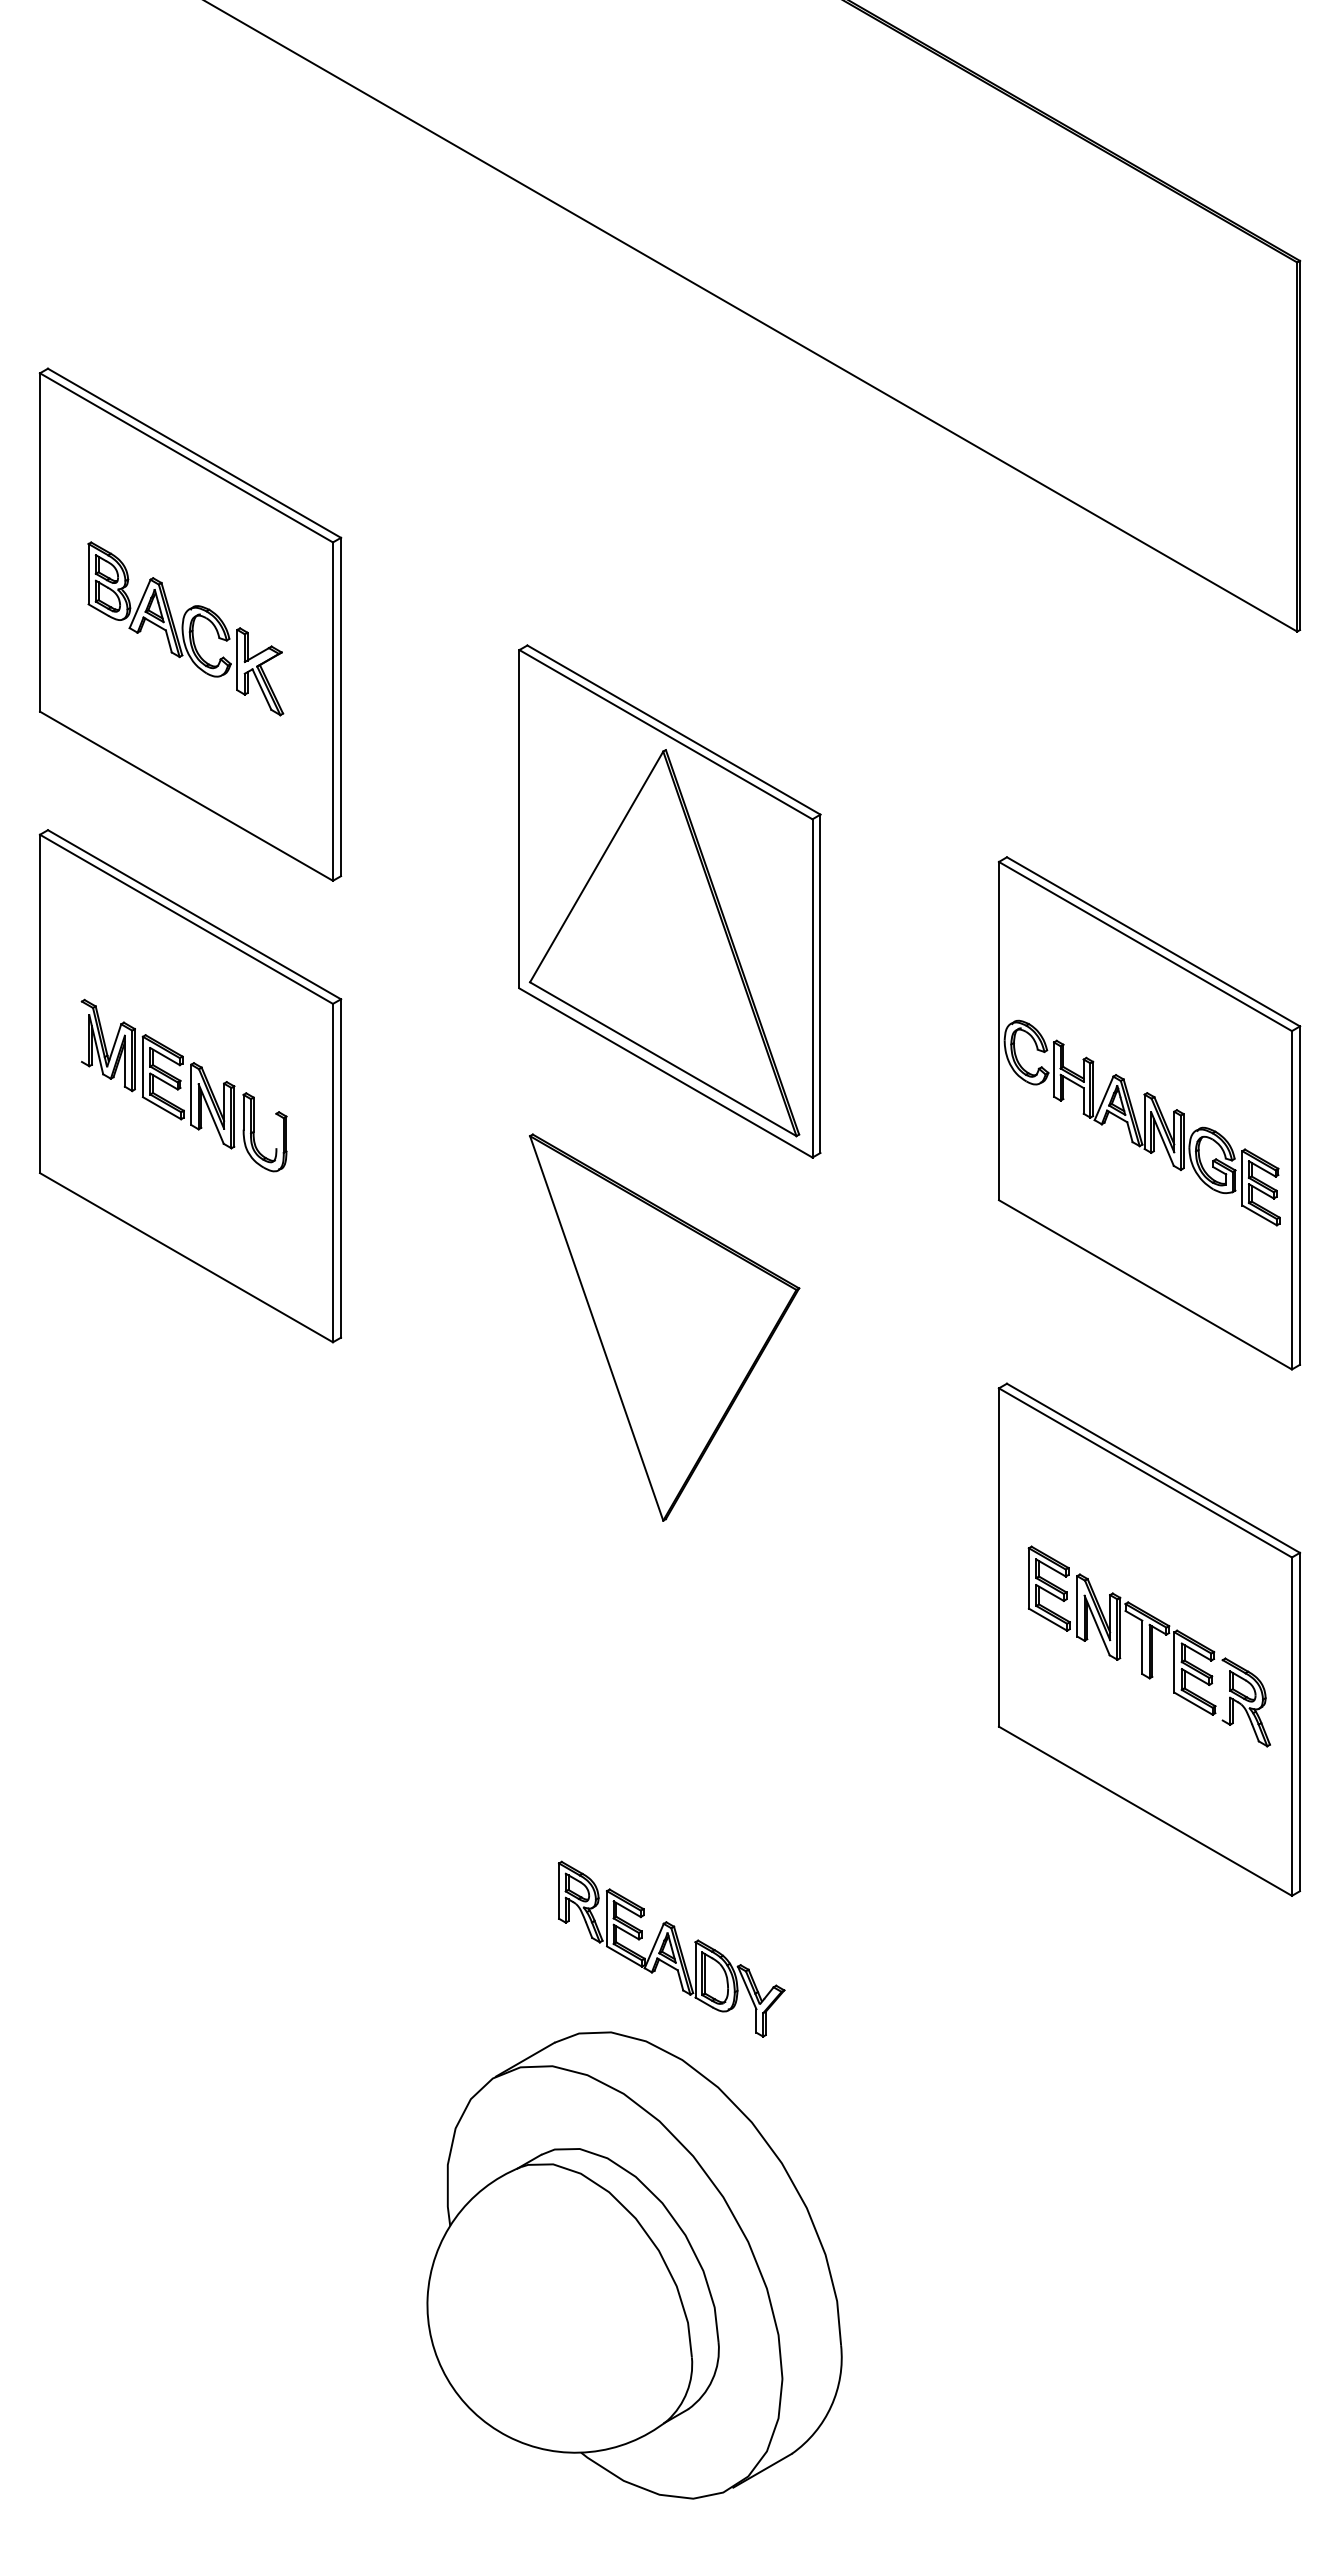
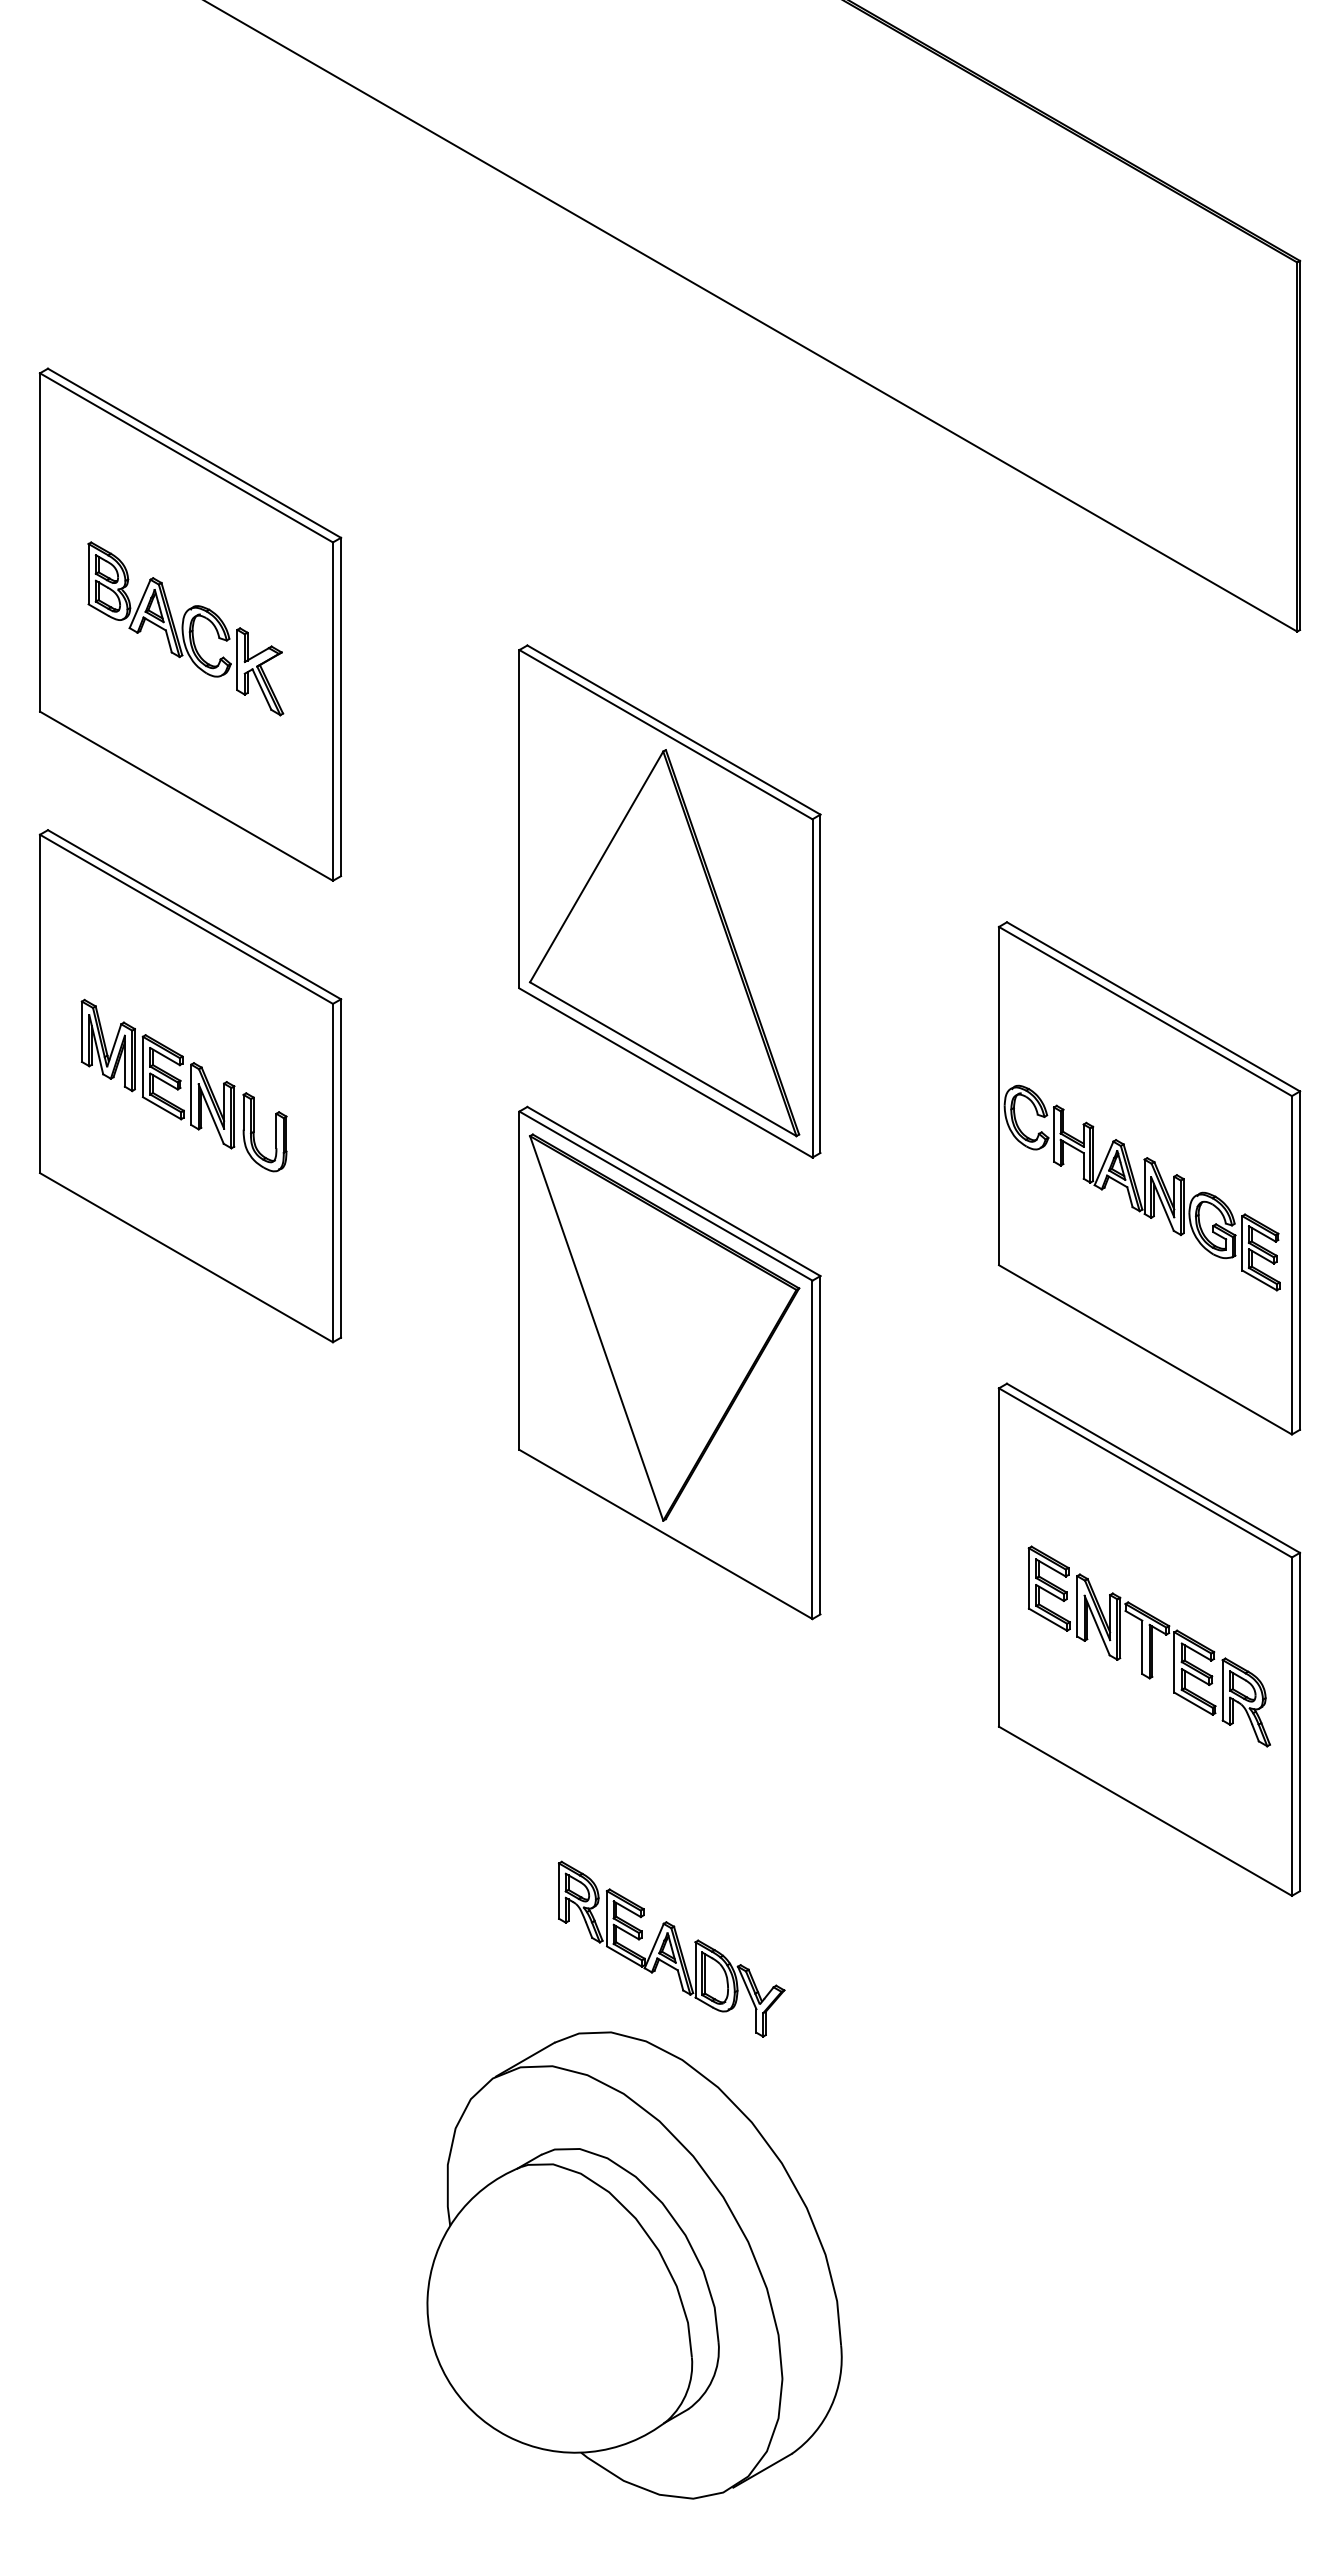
line at (81, 1031): none -> present
part at (1149, 1113) position: (1149, 1113) -> (1149, 1178)
line at (276, 1130): none -> present
part at (669, 1362): none -> present
line at (1222, 1690): none -> present
